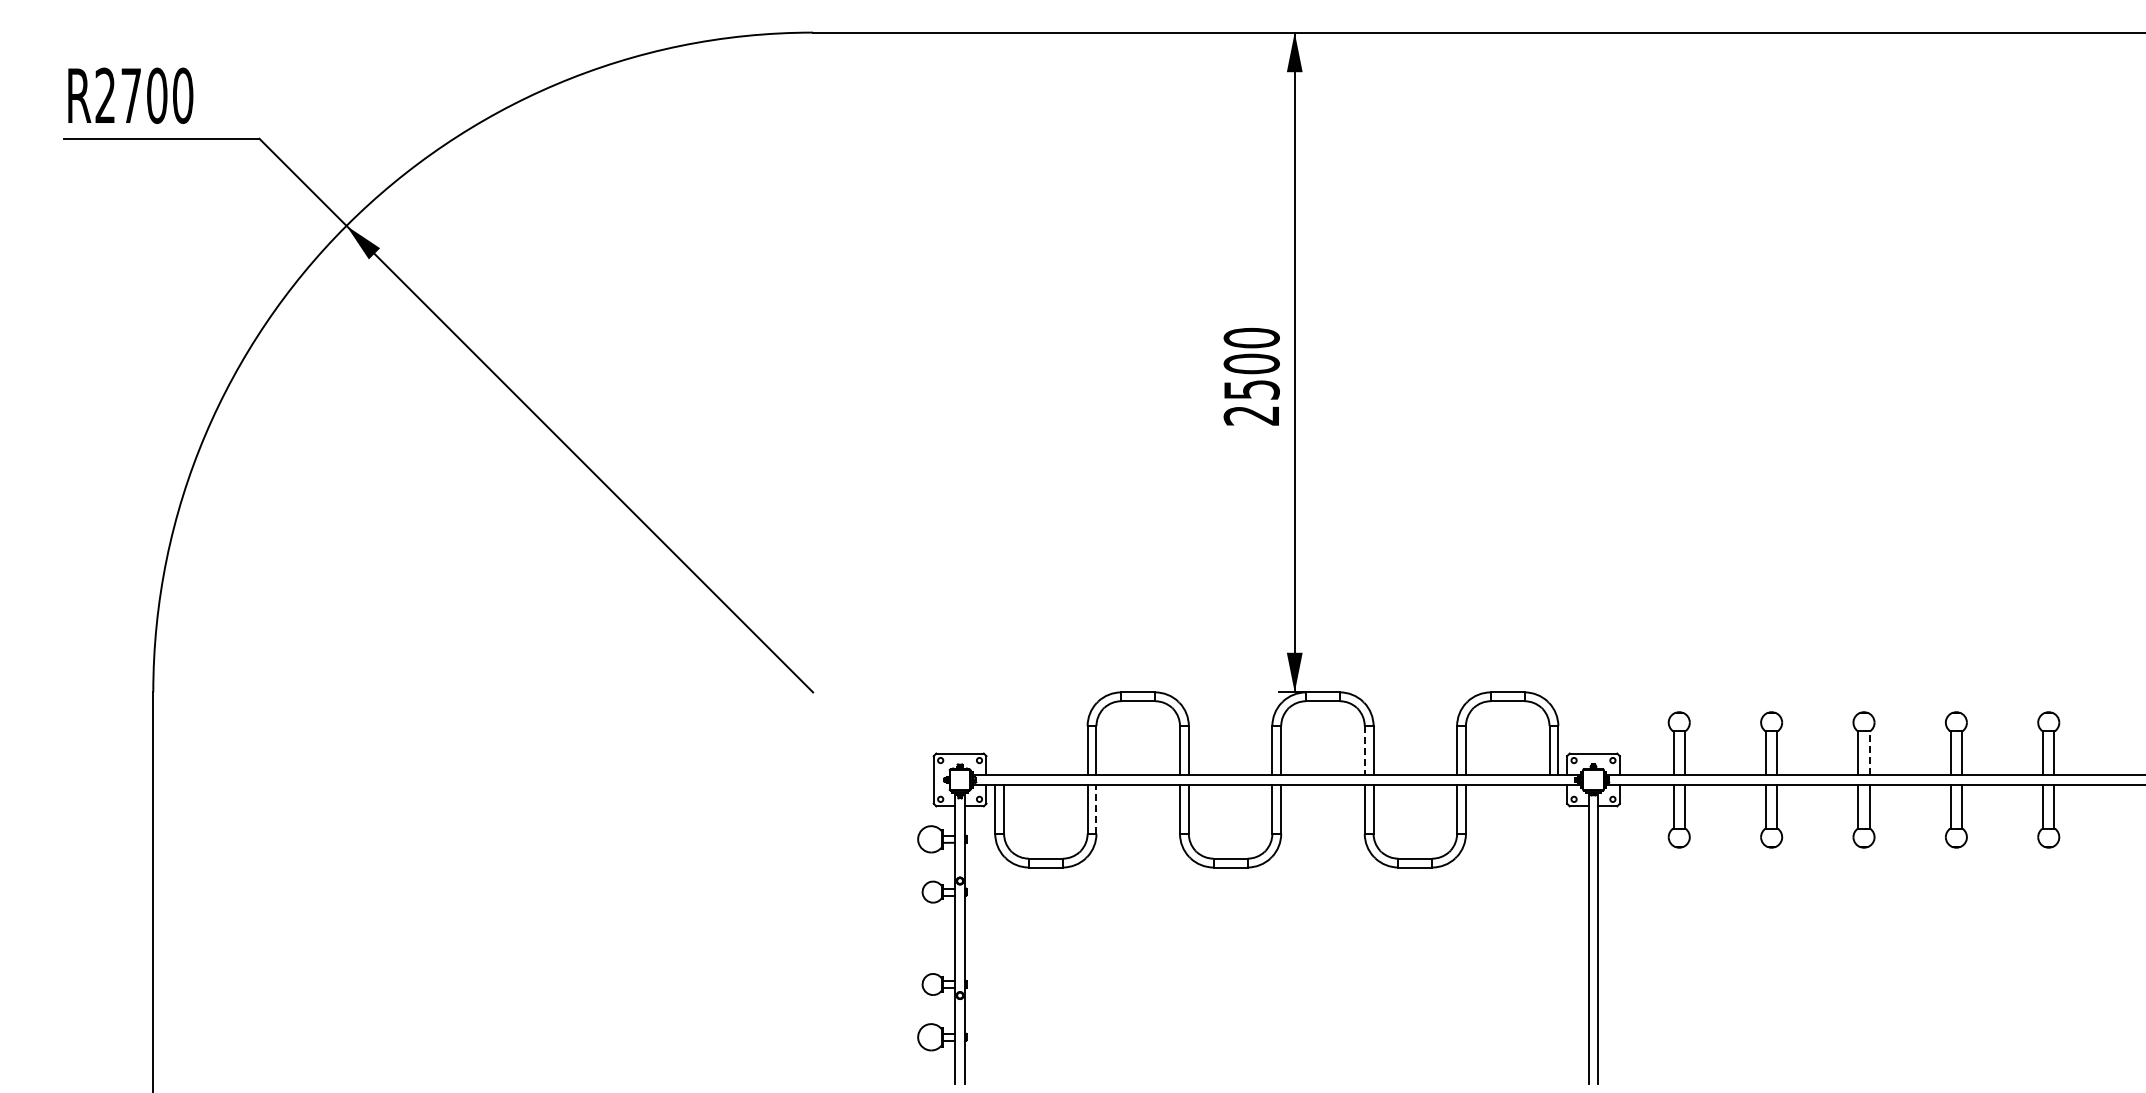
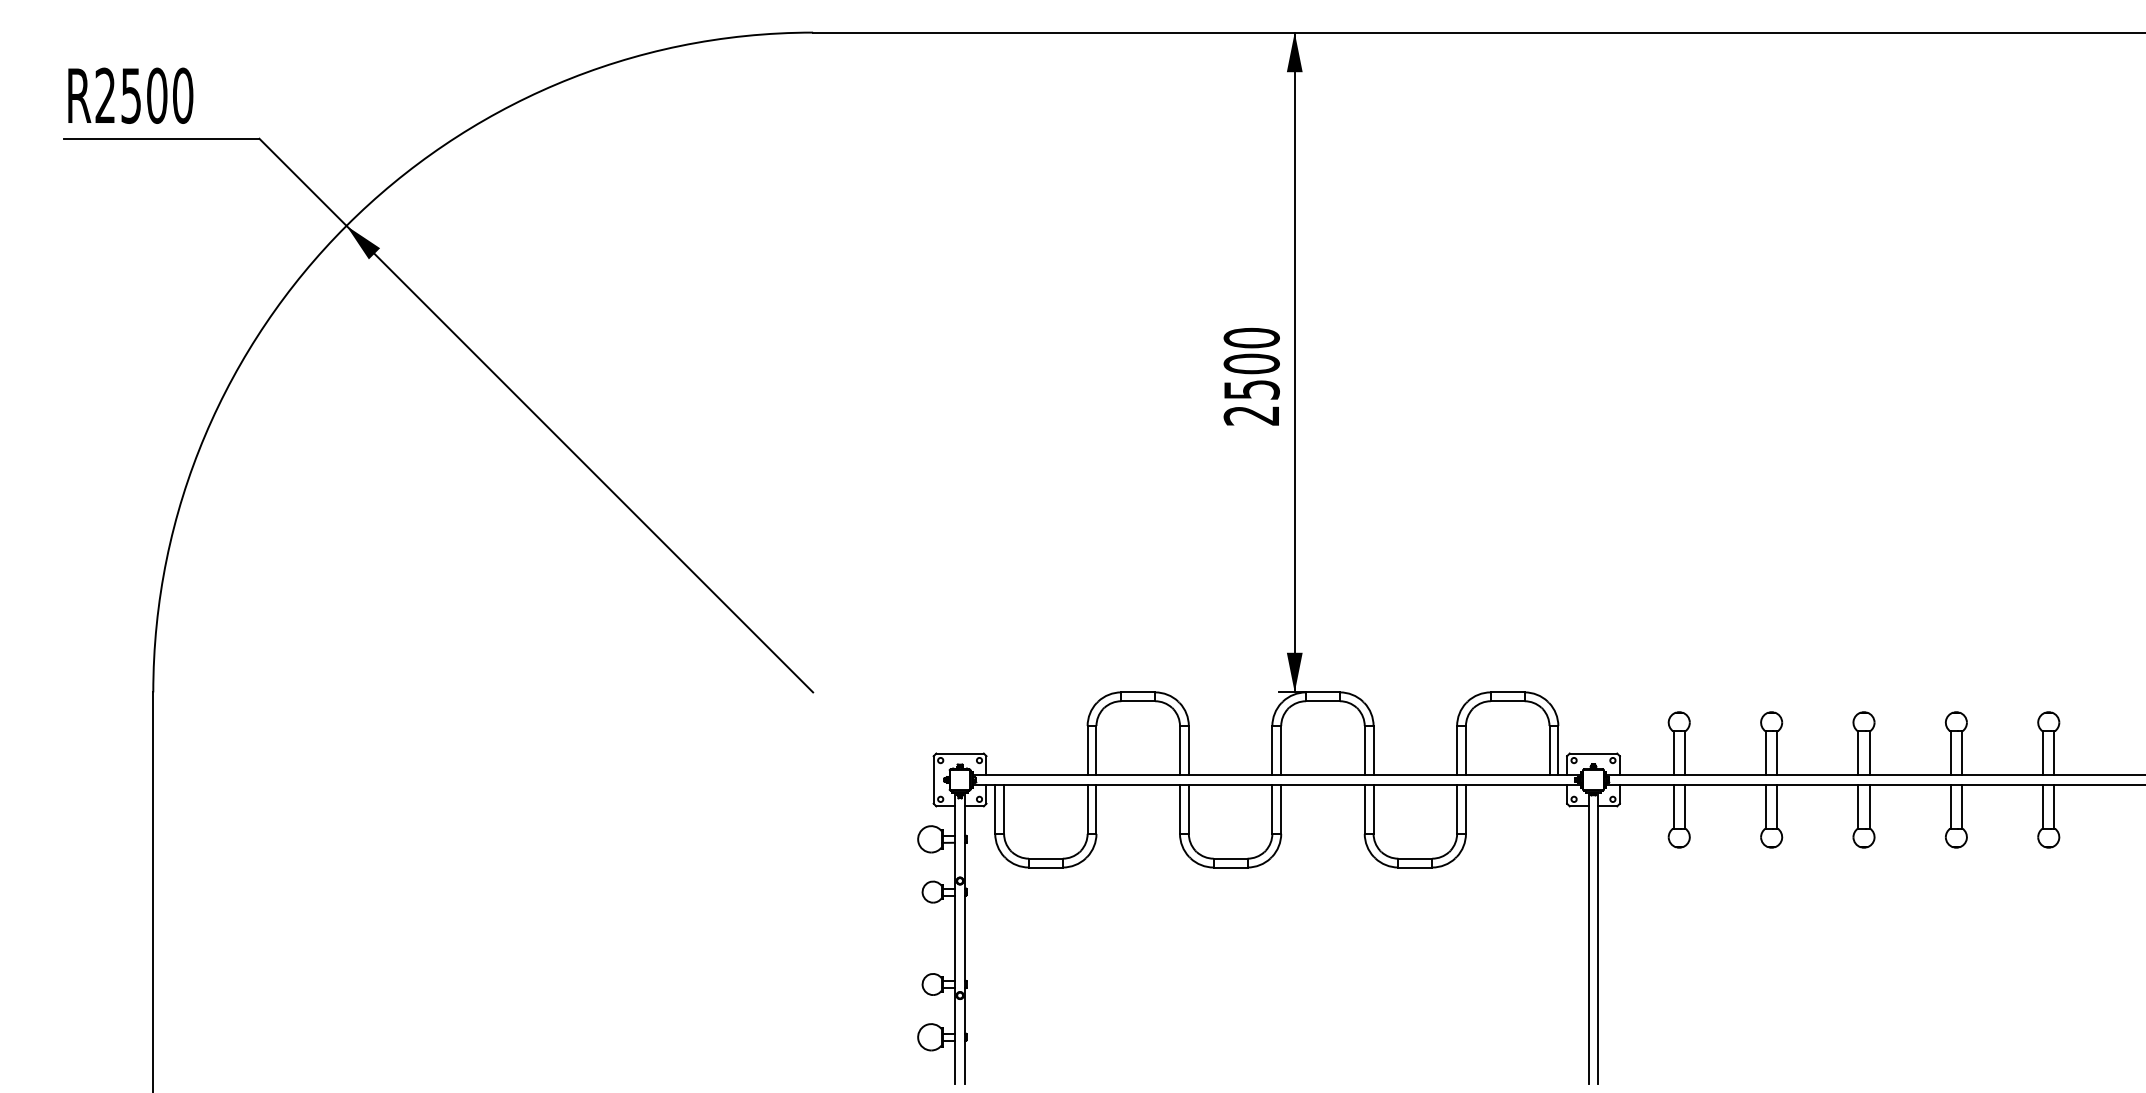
text at (130, 95): R2700 -> R2500
line at (1364, 750): dashed -> solid
line at (1869, 753): dashed -> solid
line at (1096, 809): dashed -> solid
